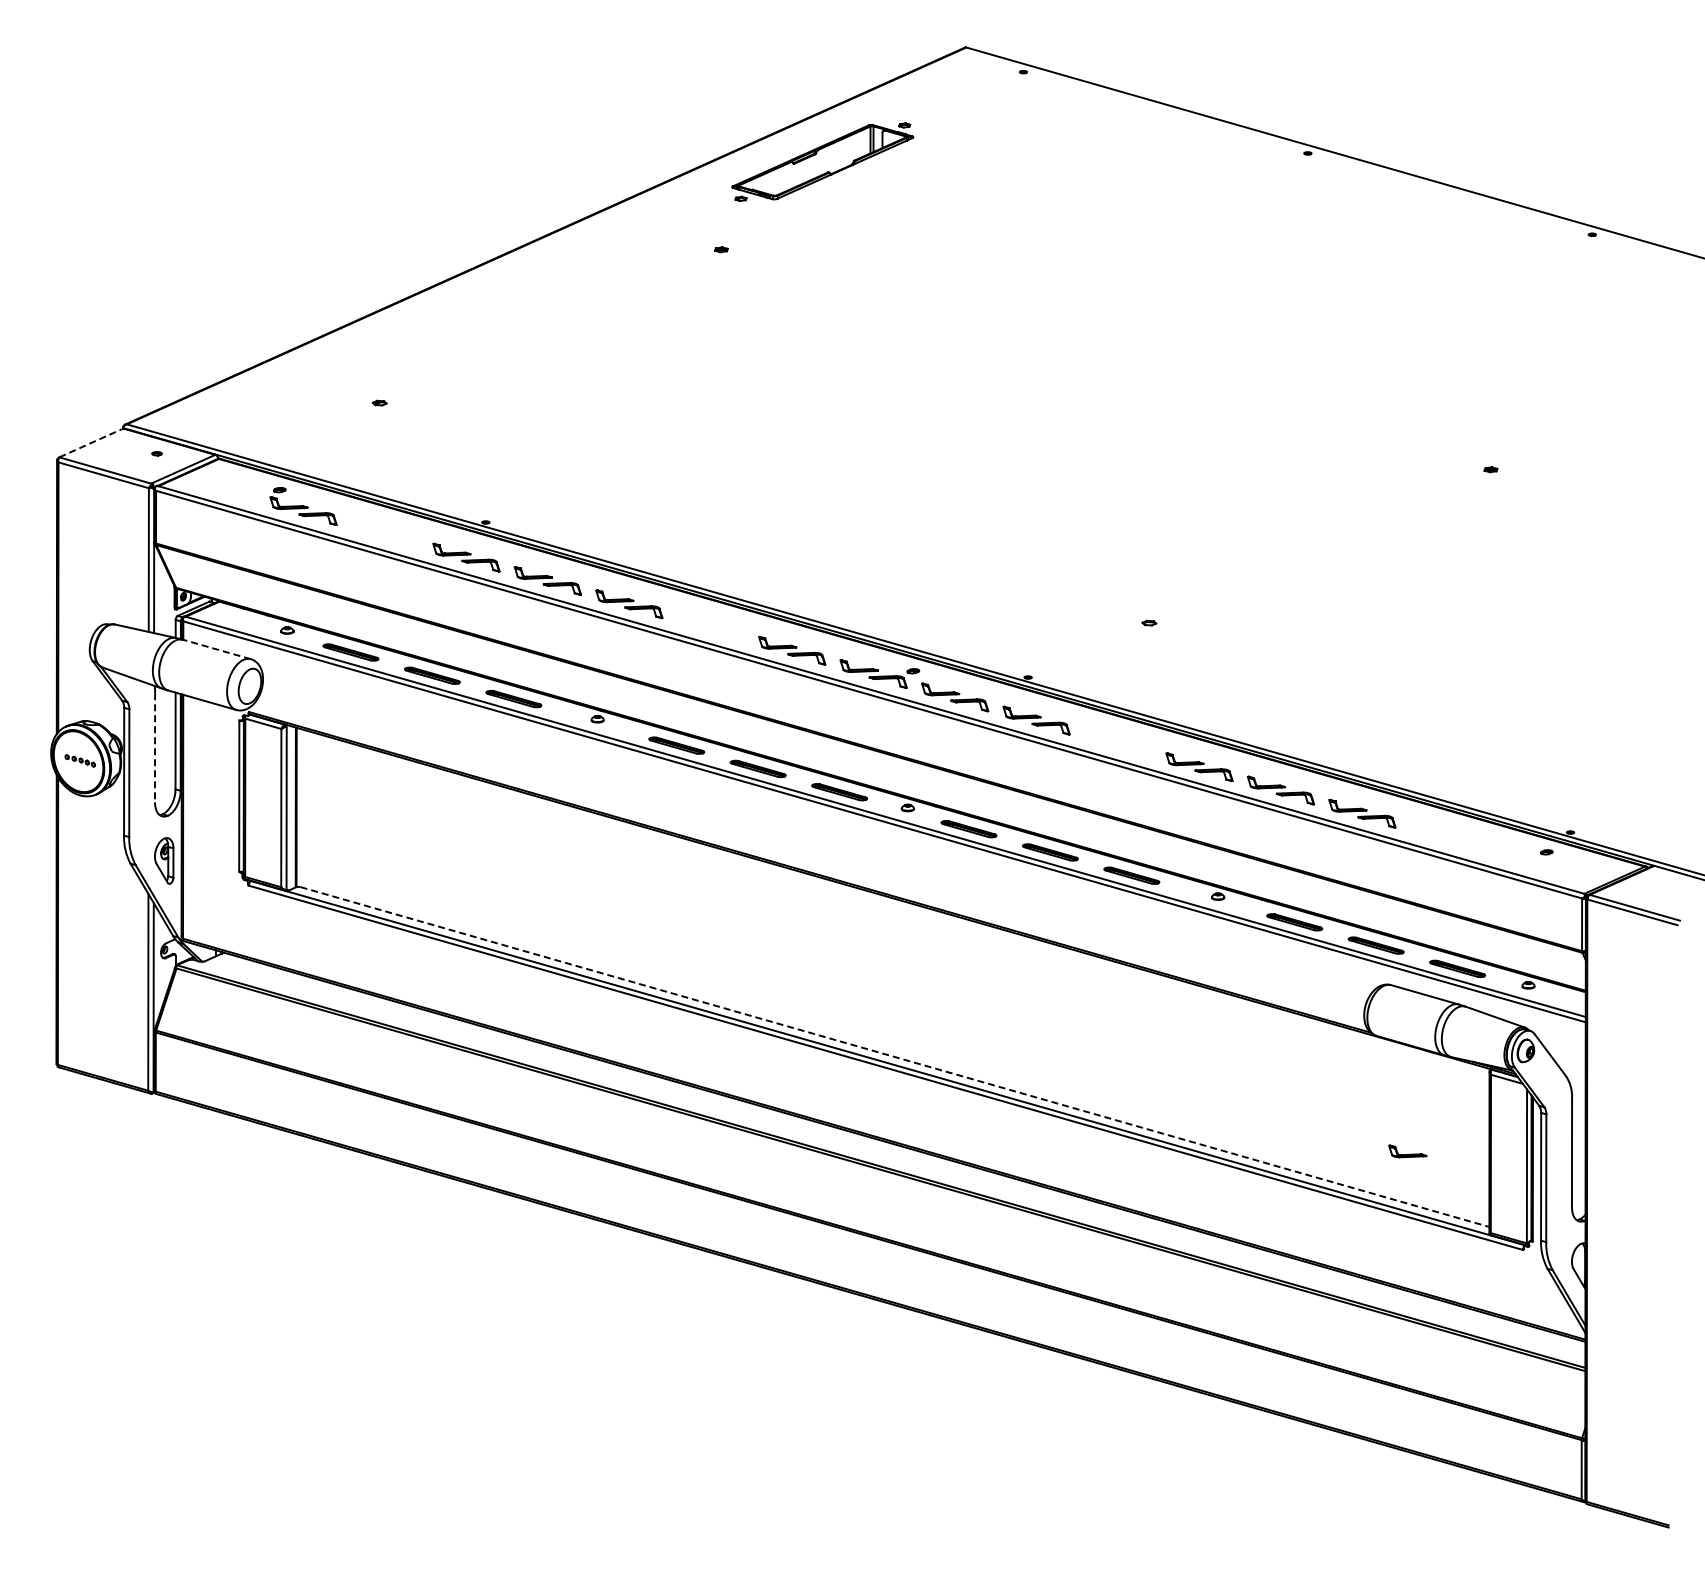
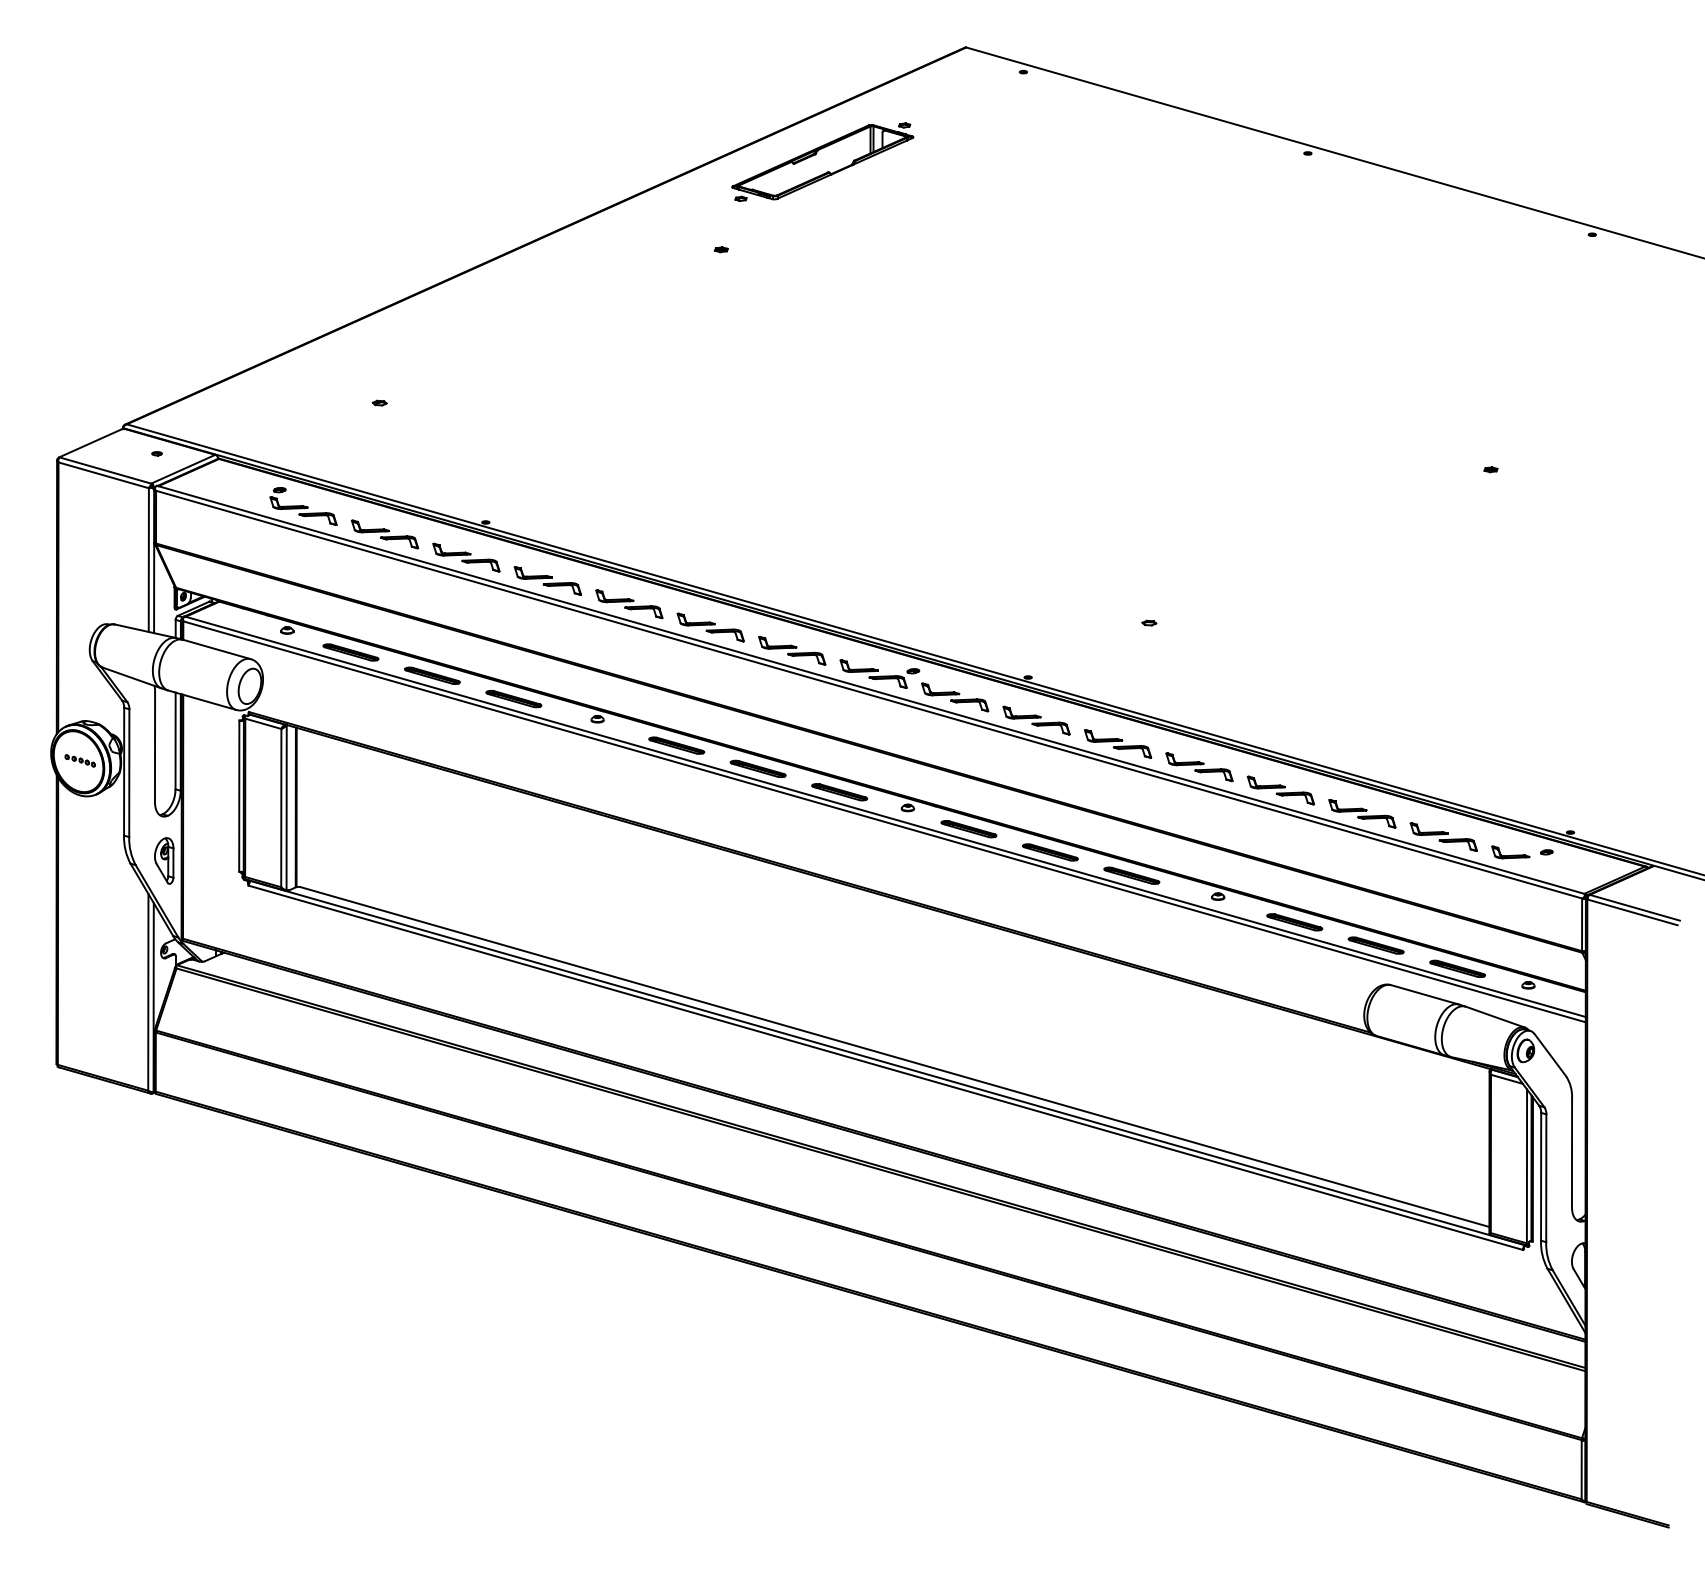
line at (90, 443): dashed -> solid
part at (384, 534): none -> present
part at (710, 627): none -> present
line at (216, 649): dashed -> solid
part at (1118, 743): none -> present
line at (155, 747): dashed -> solid
part at (1443, 836): none -> present
line at (895, 1057): dashed -> solid
part at (1407, 1151) position: (1407, 1151) -> (1510, 852)
